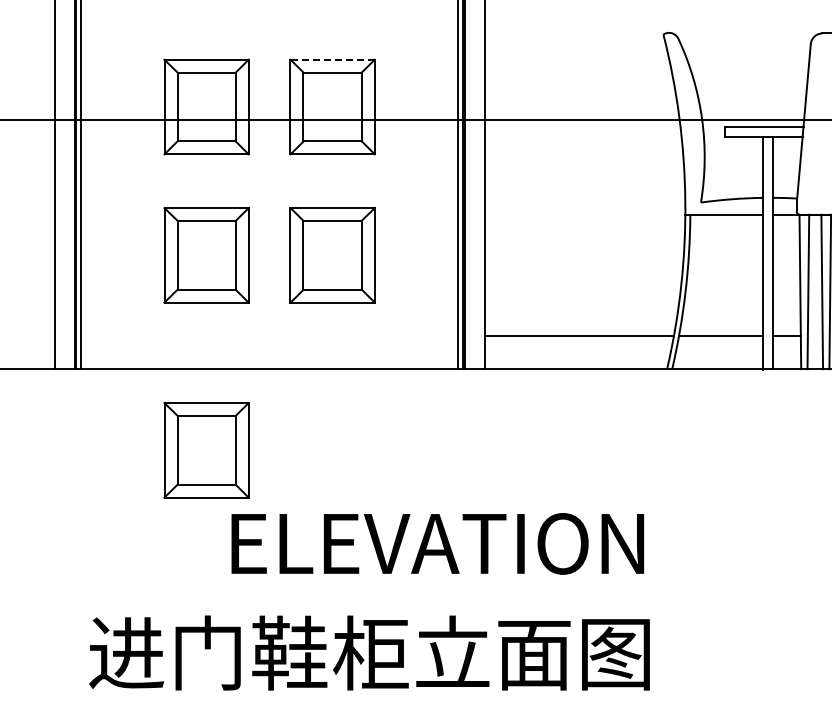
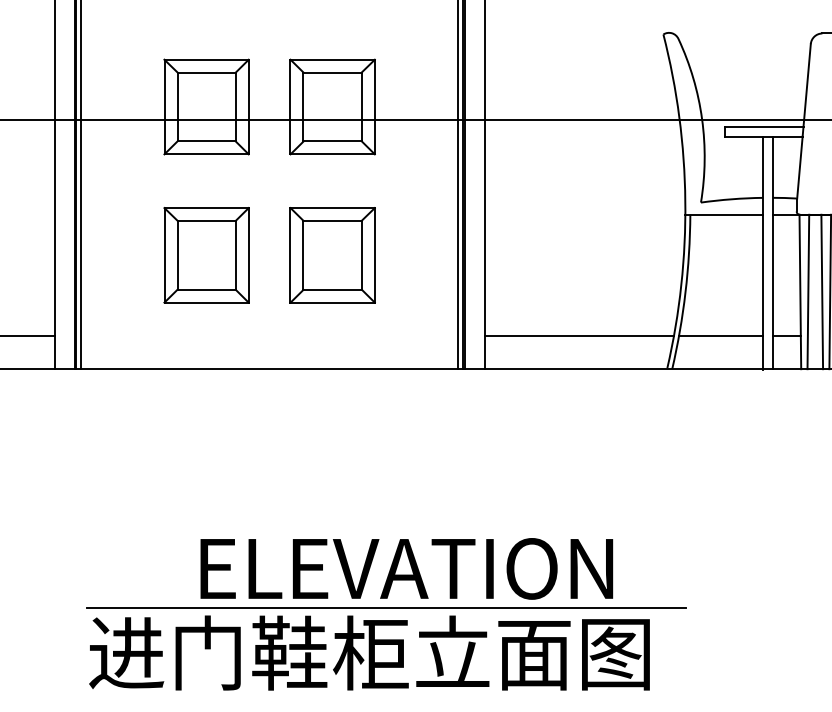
line at (331, 59): dashed -> solid
line at (28, 335): none -> present
part at (206, 450): present -> none
text at (437, 543) position: (437, 543) -> (406, 568)
line at (386, 607): none -> present
